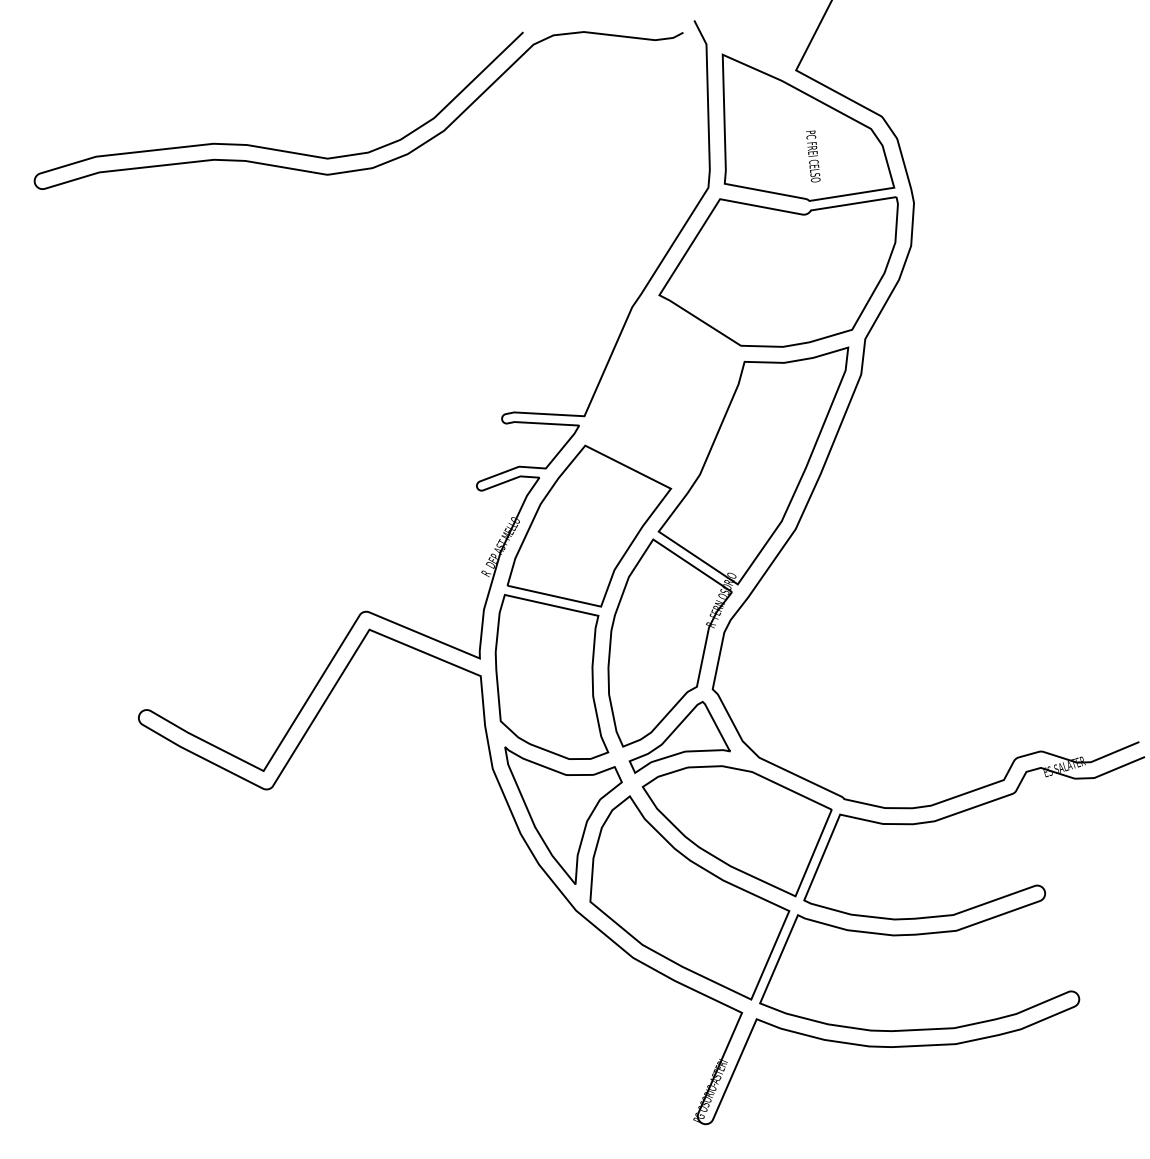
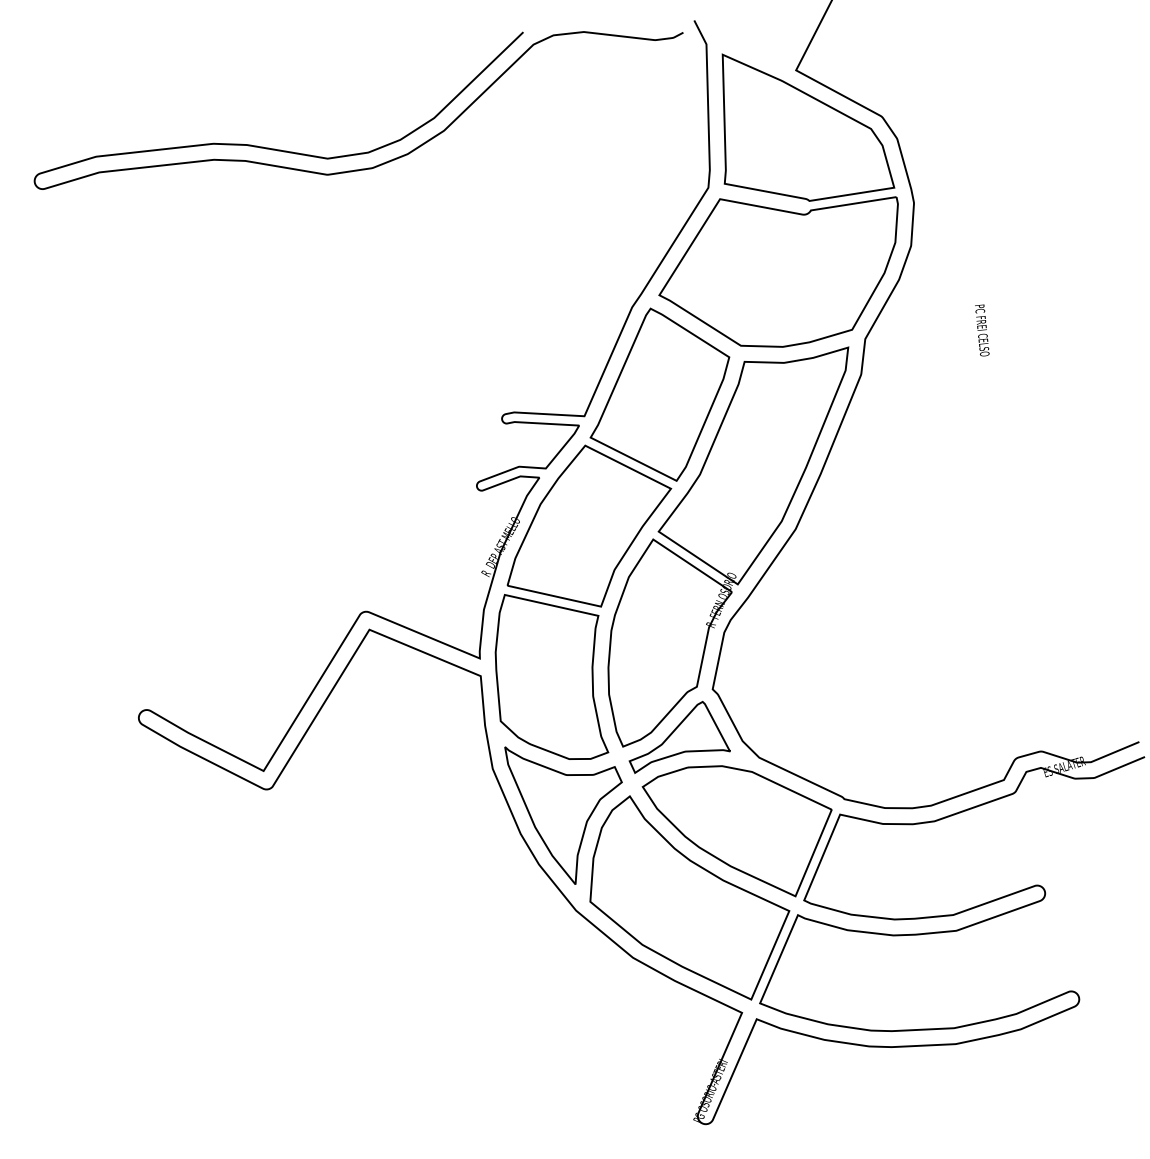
text at (813, 156) position: (813, 156) -> (982, 330)
part at (659, 394): none -> present
